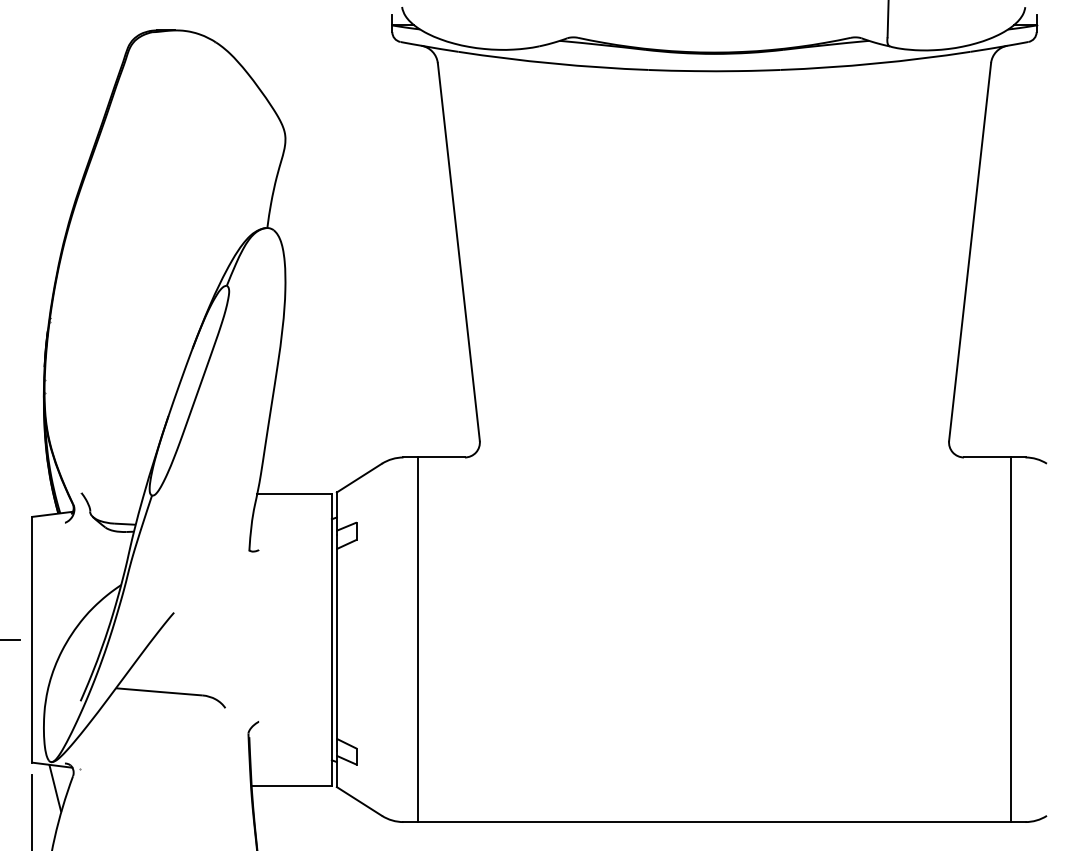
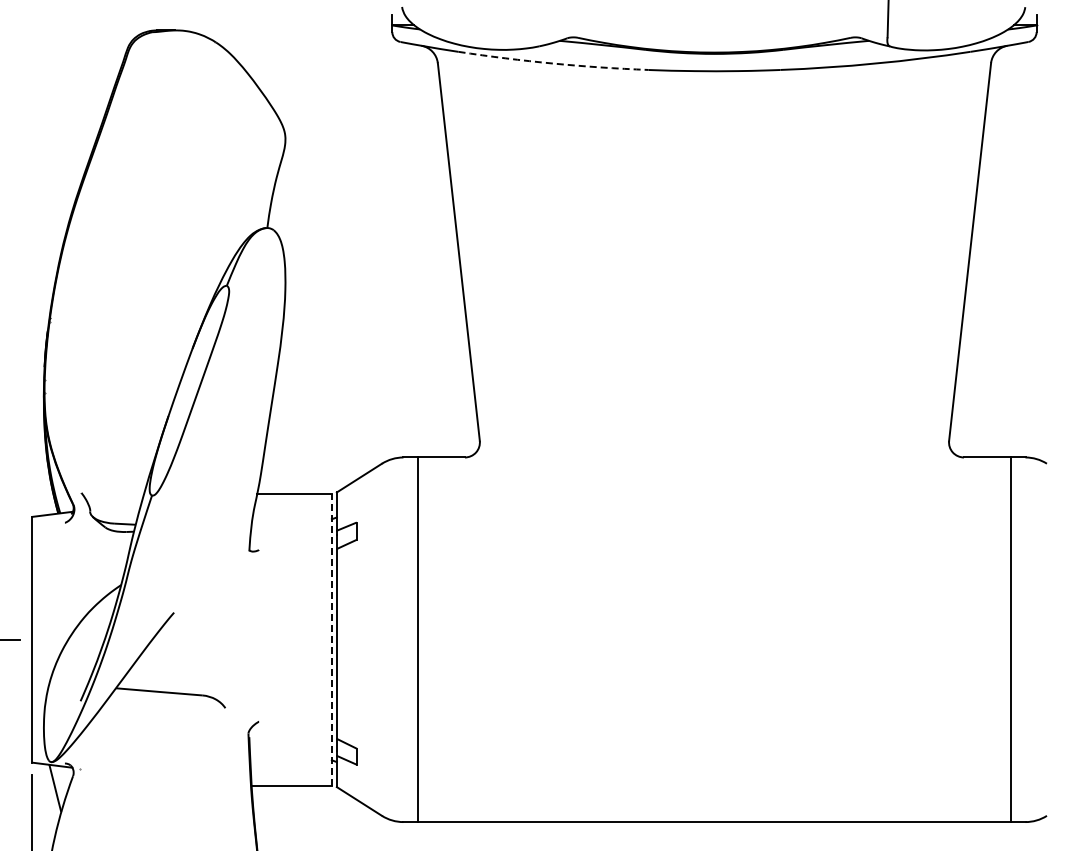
arc at (553, 63): solid -> dashed
line at (331, 639): solid -> dashed
